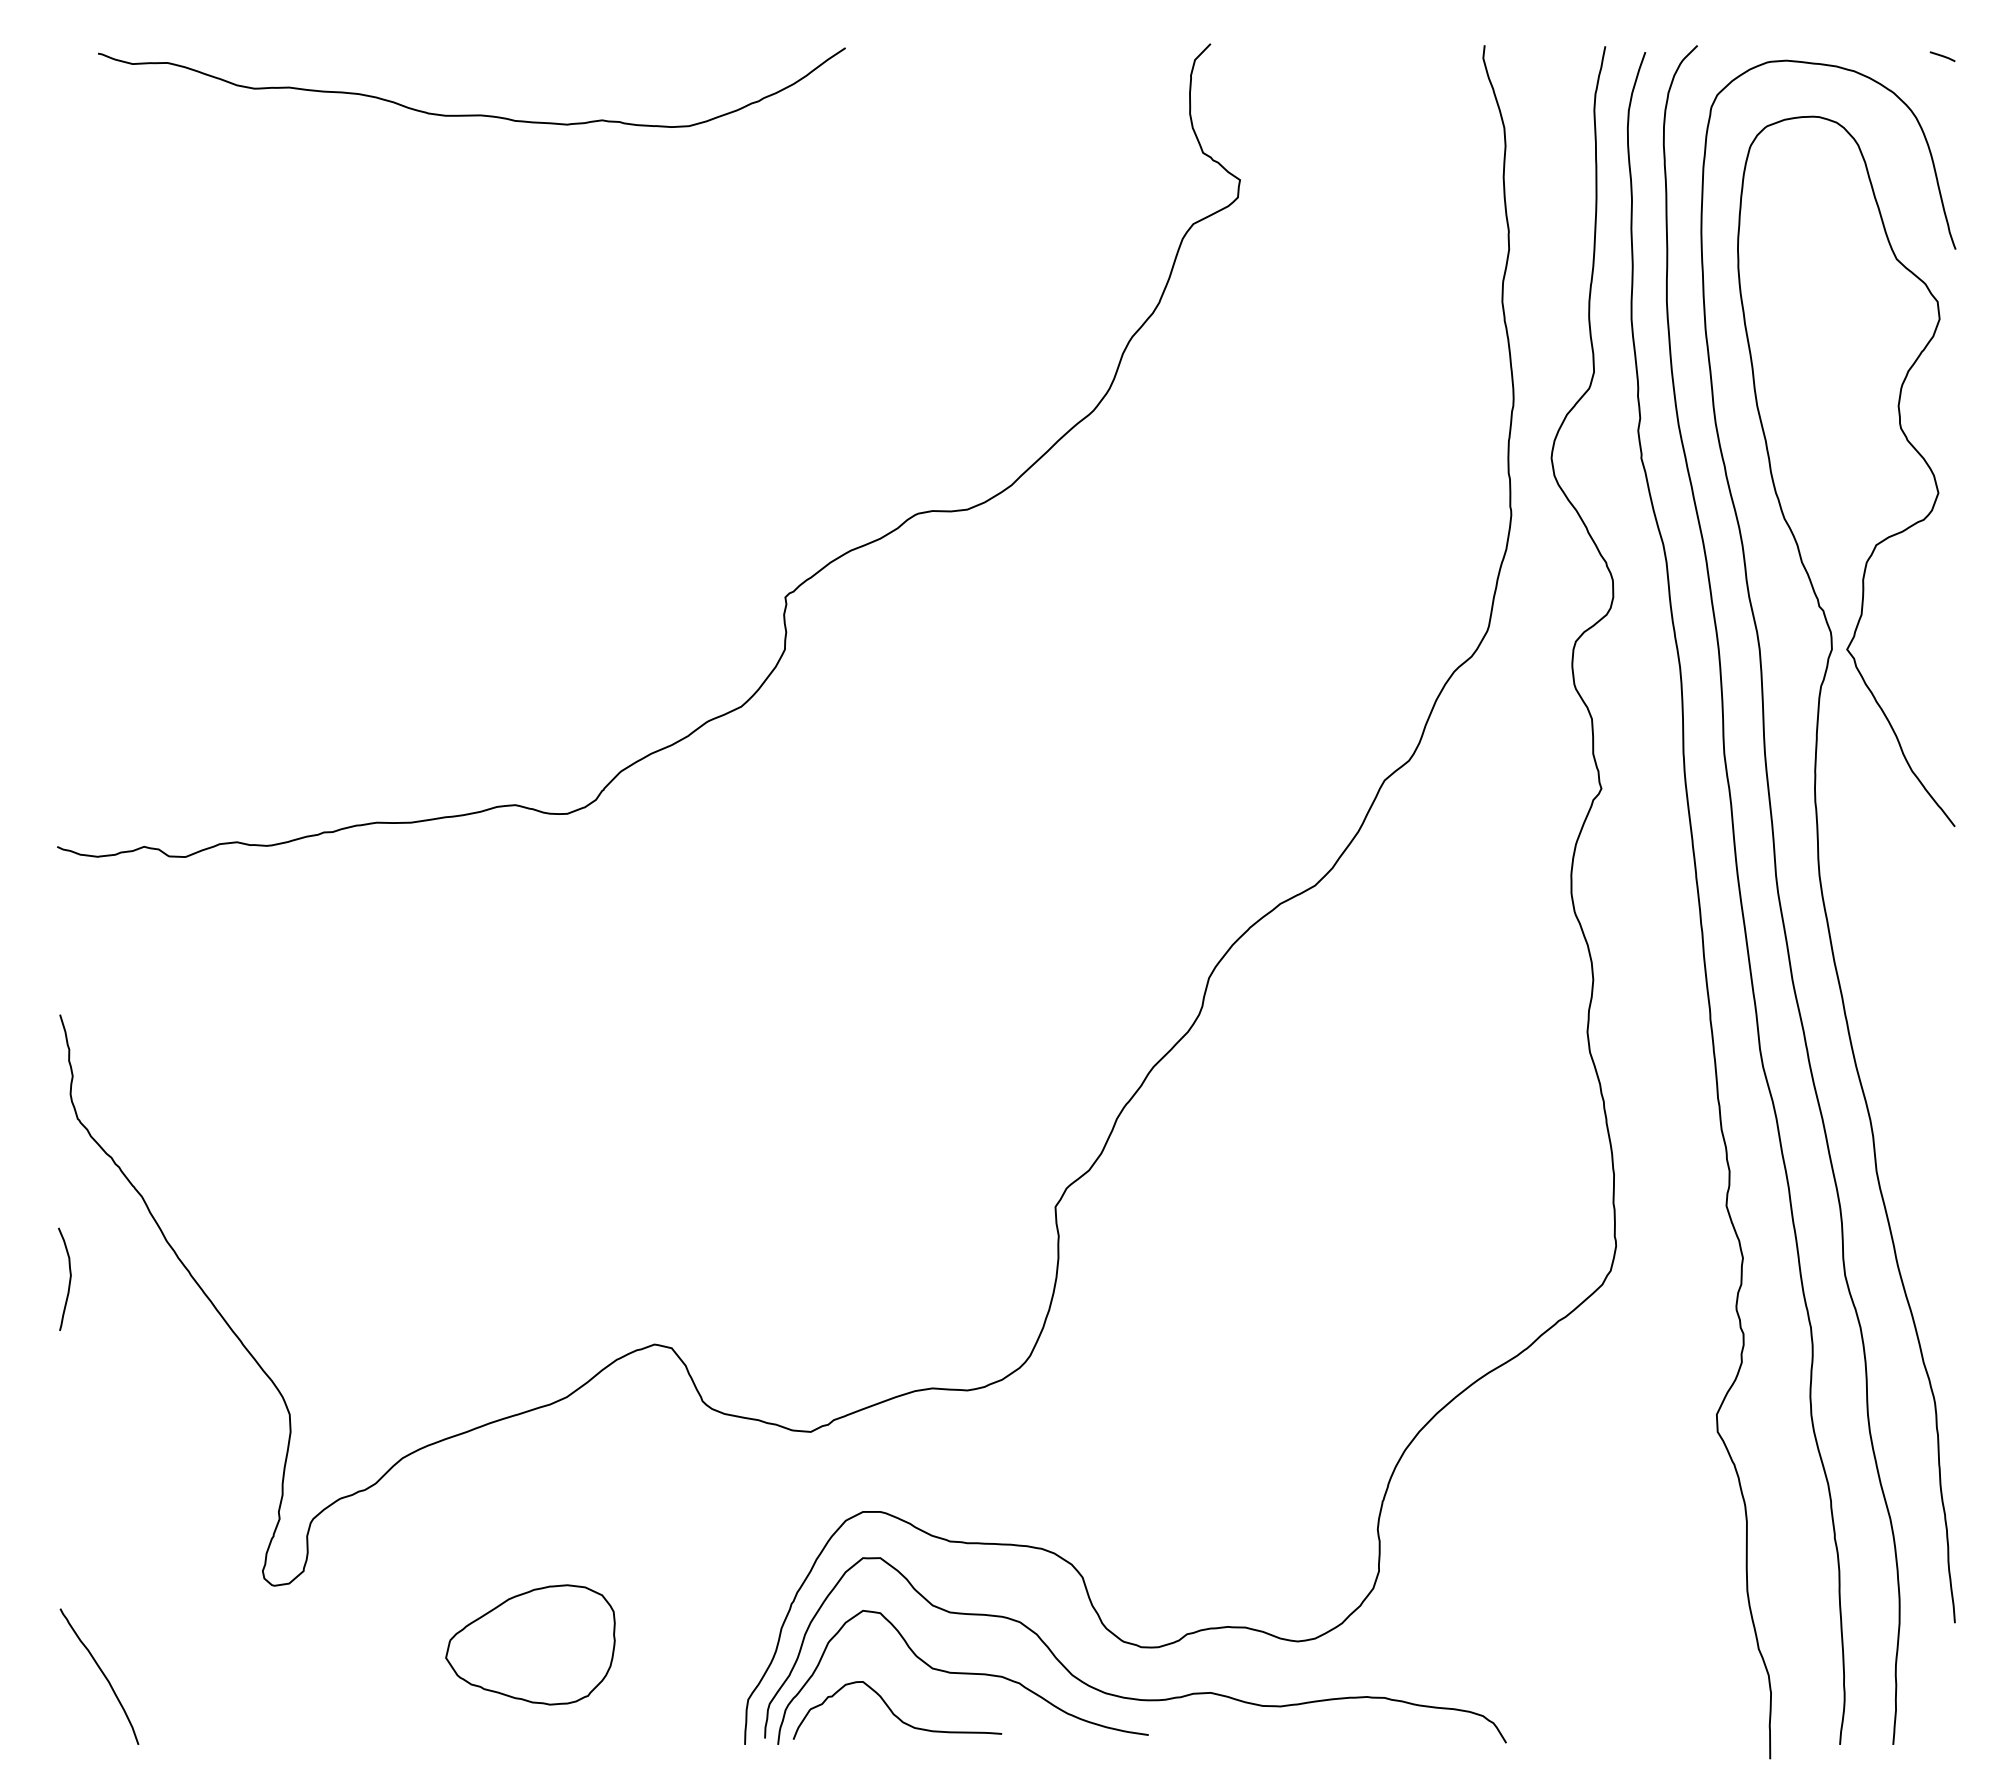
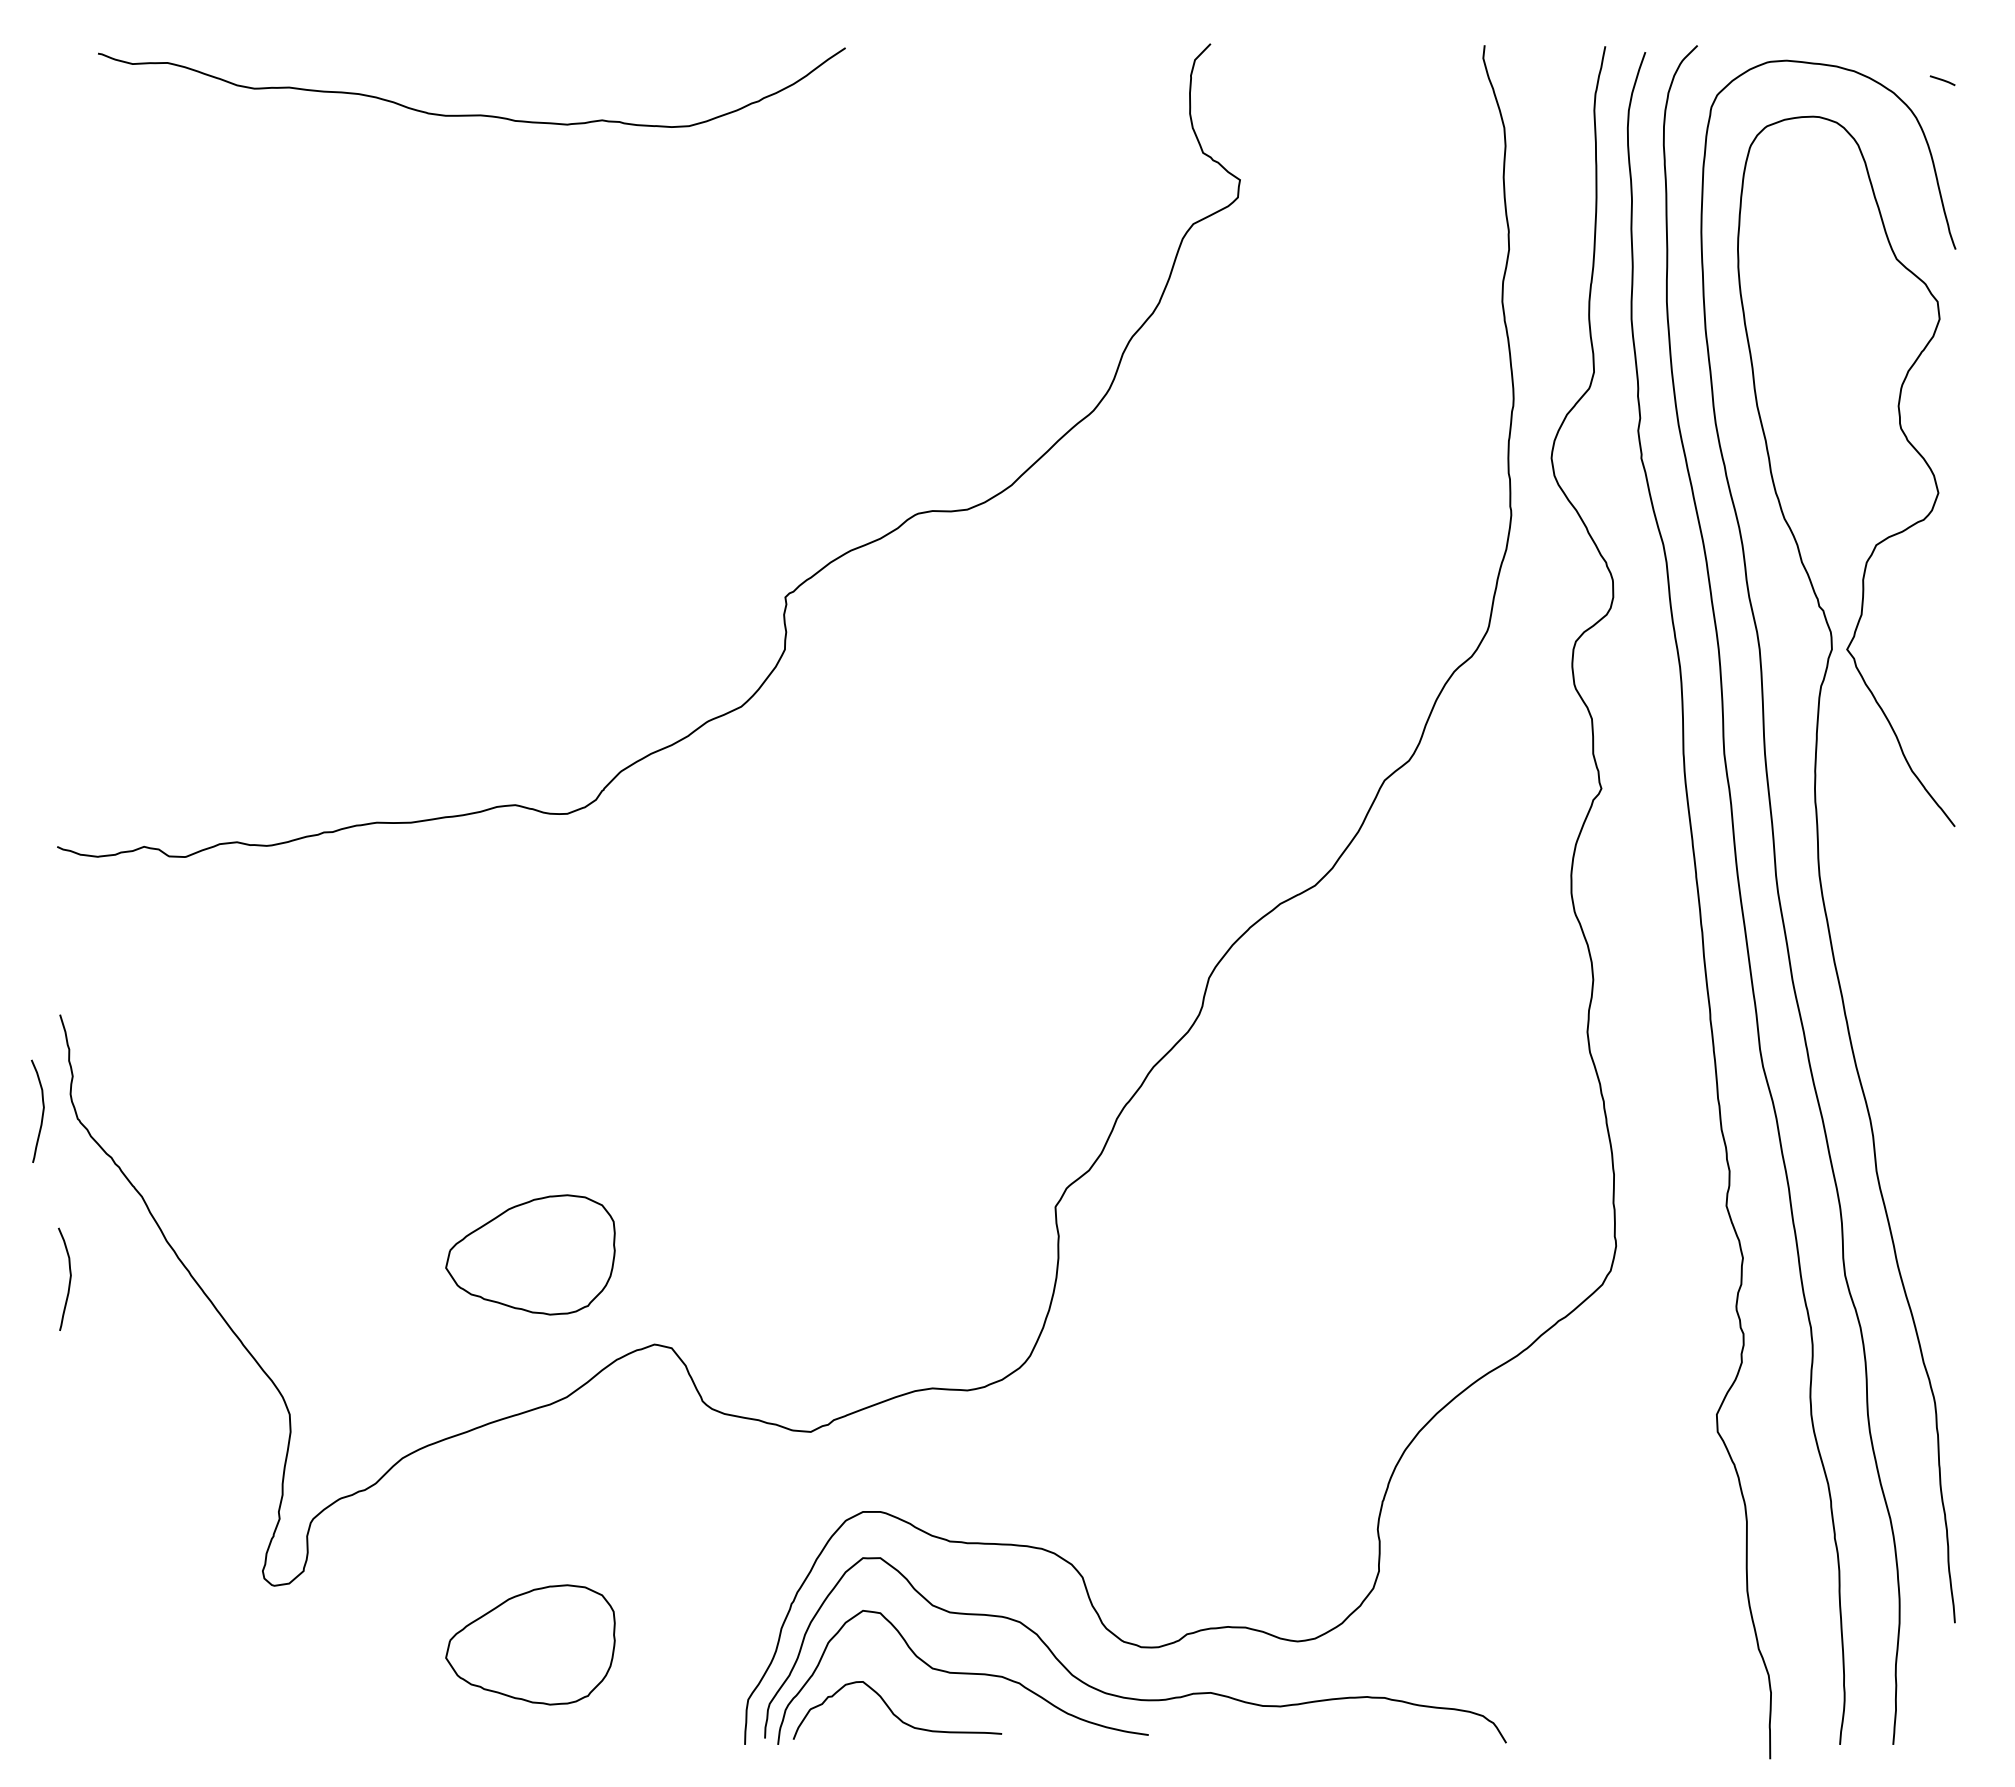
line at (1942, 56) position: (1942, 56) -> (1942, 80)
curve at (42, 1110): none -> present
part at (530, 1254): none -> present
curve at (102, 1674): present -> none
